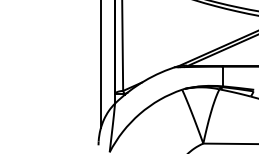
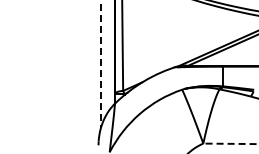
line at (100, 64): solid -> dashed
line at (231, 143): solid -> dashed
